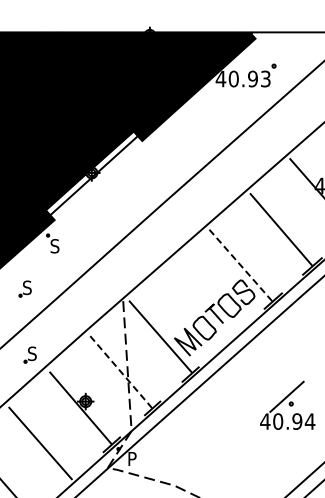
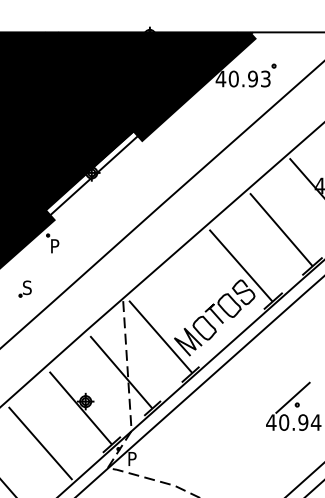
text at (54, 246): S -> P
line at (241, 265): dashed -> solid
part at (29, 354): present -> none
line at (121, 372): dashed -> solid
part at (287, 404) position: (287, 404) -> (293, 405)
